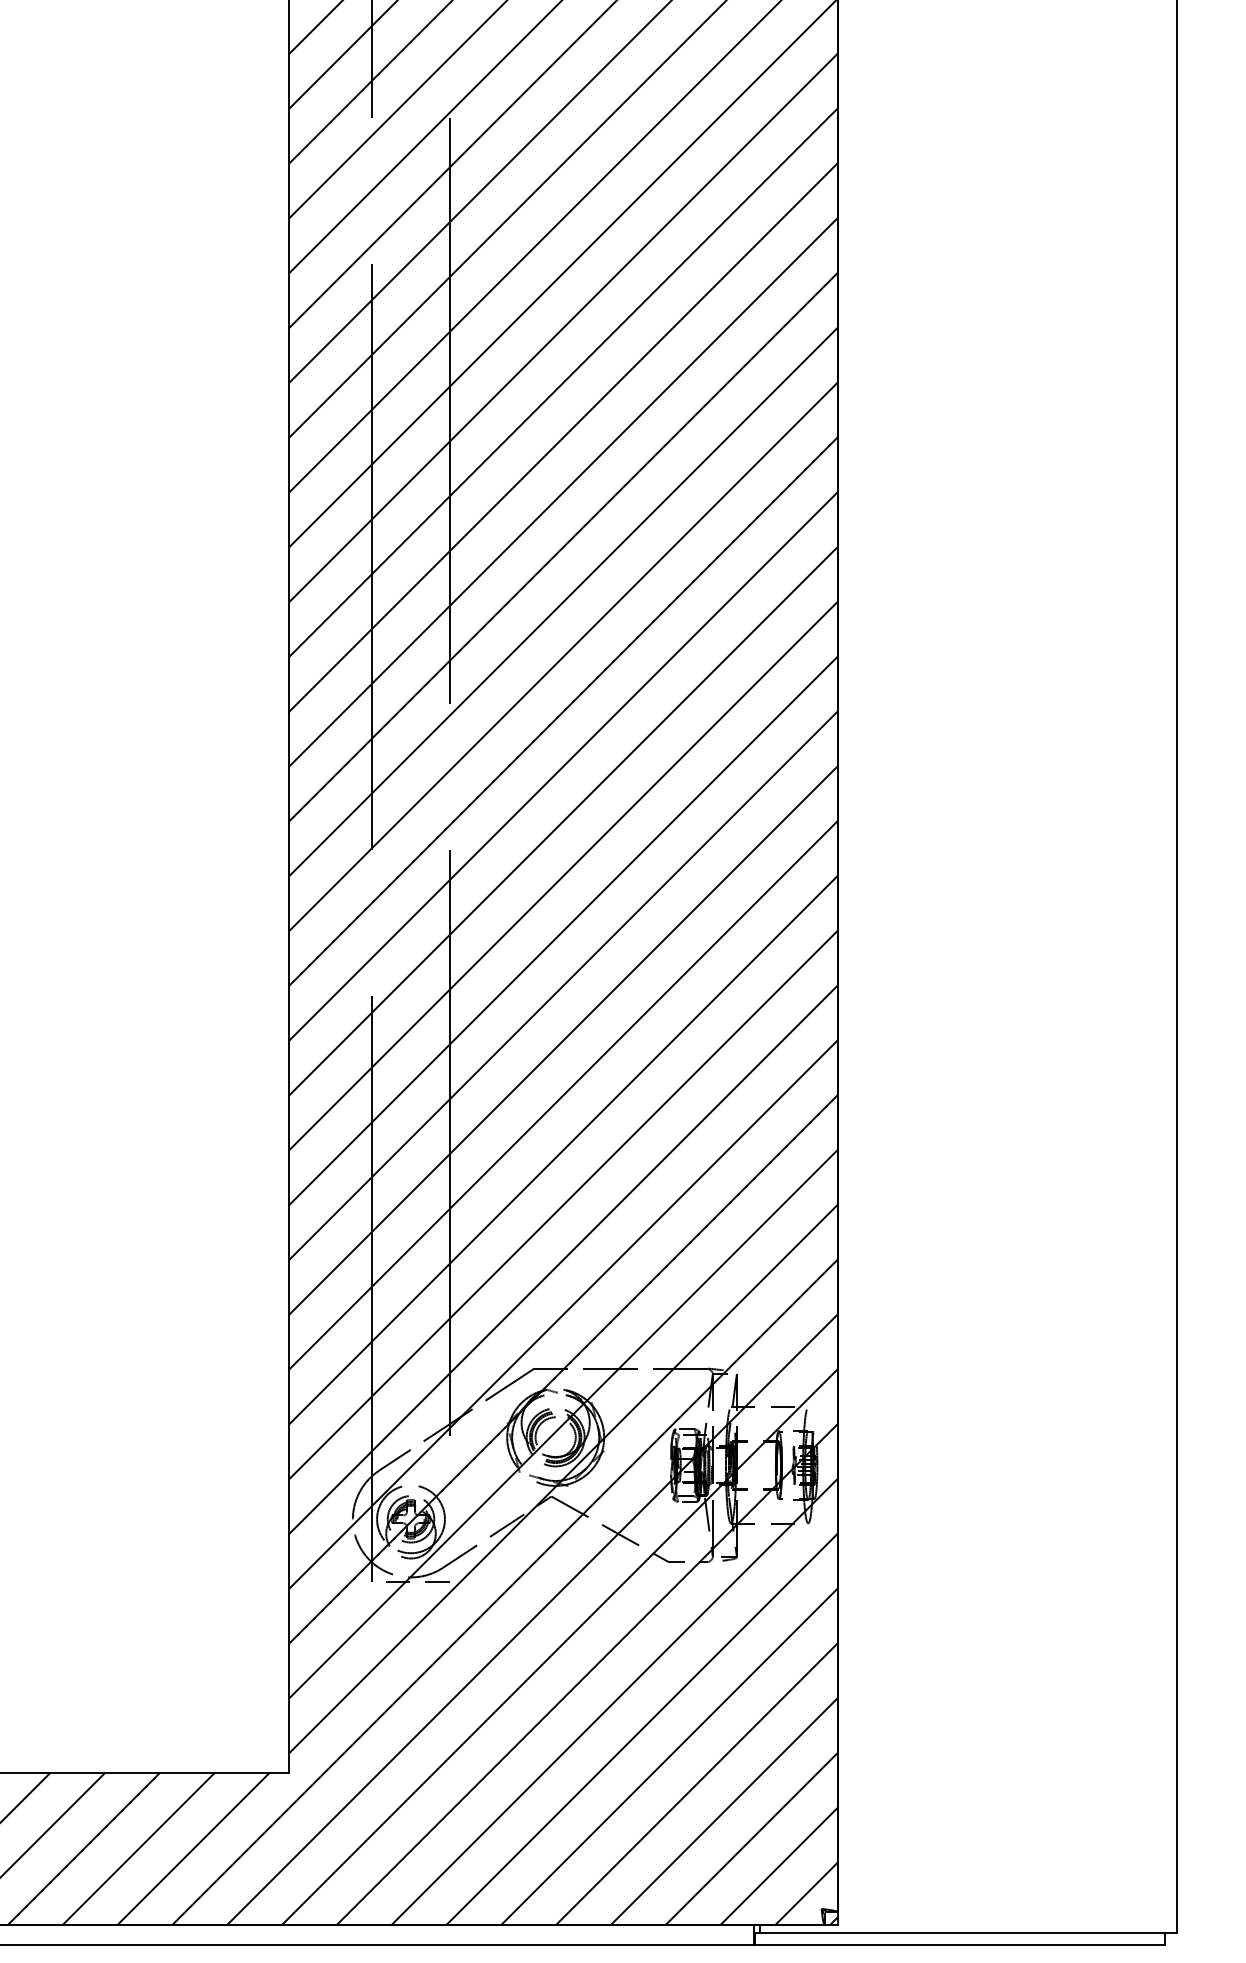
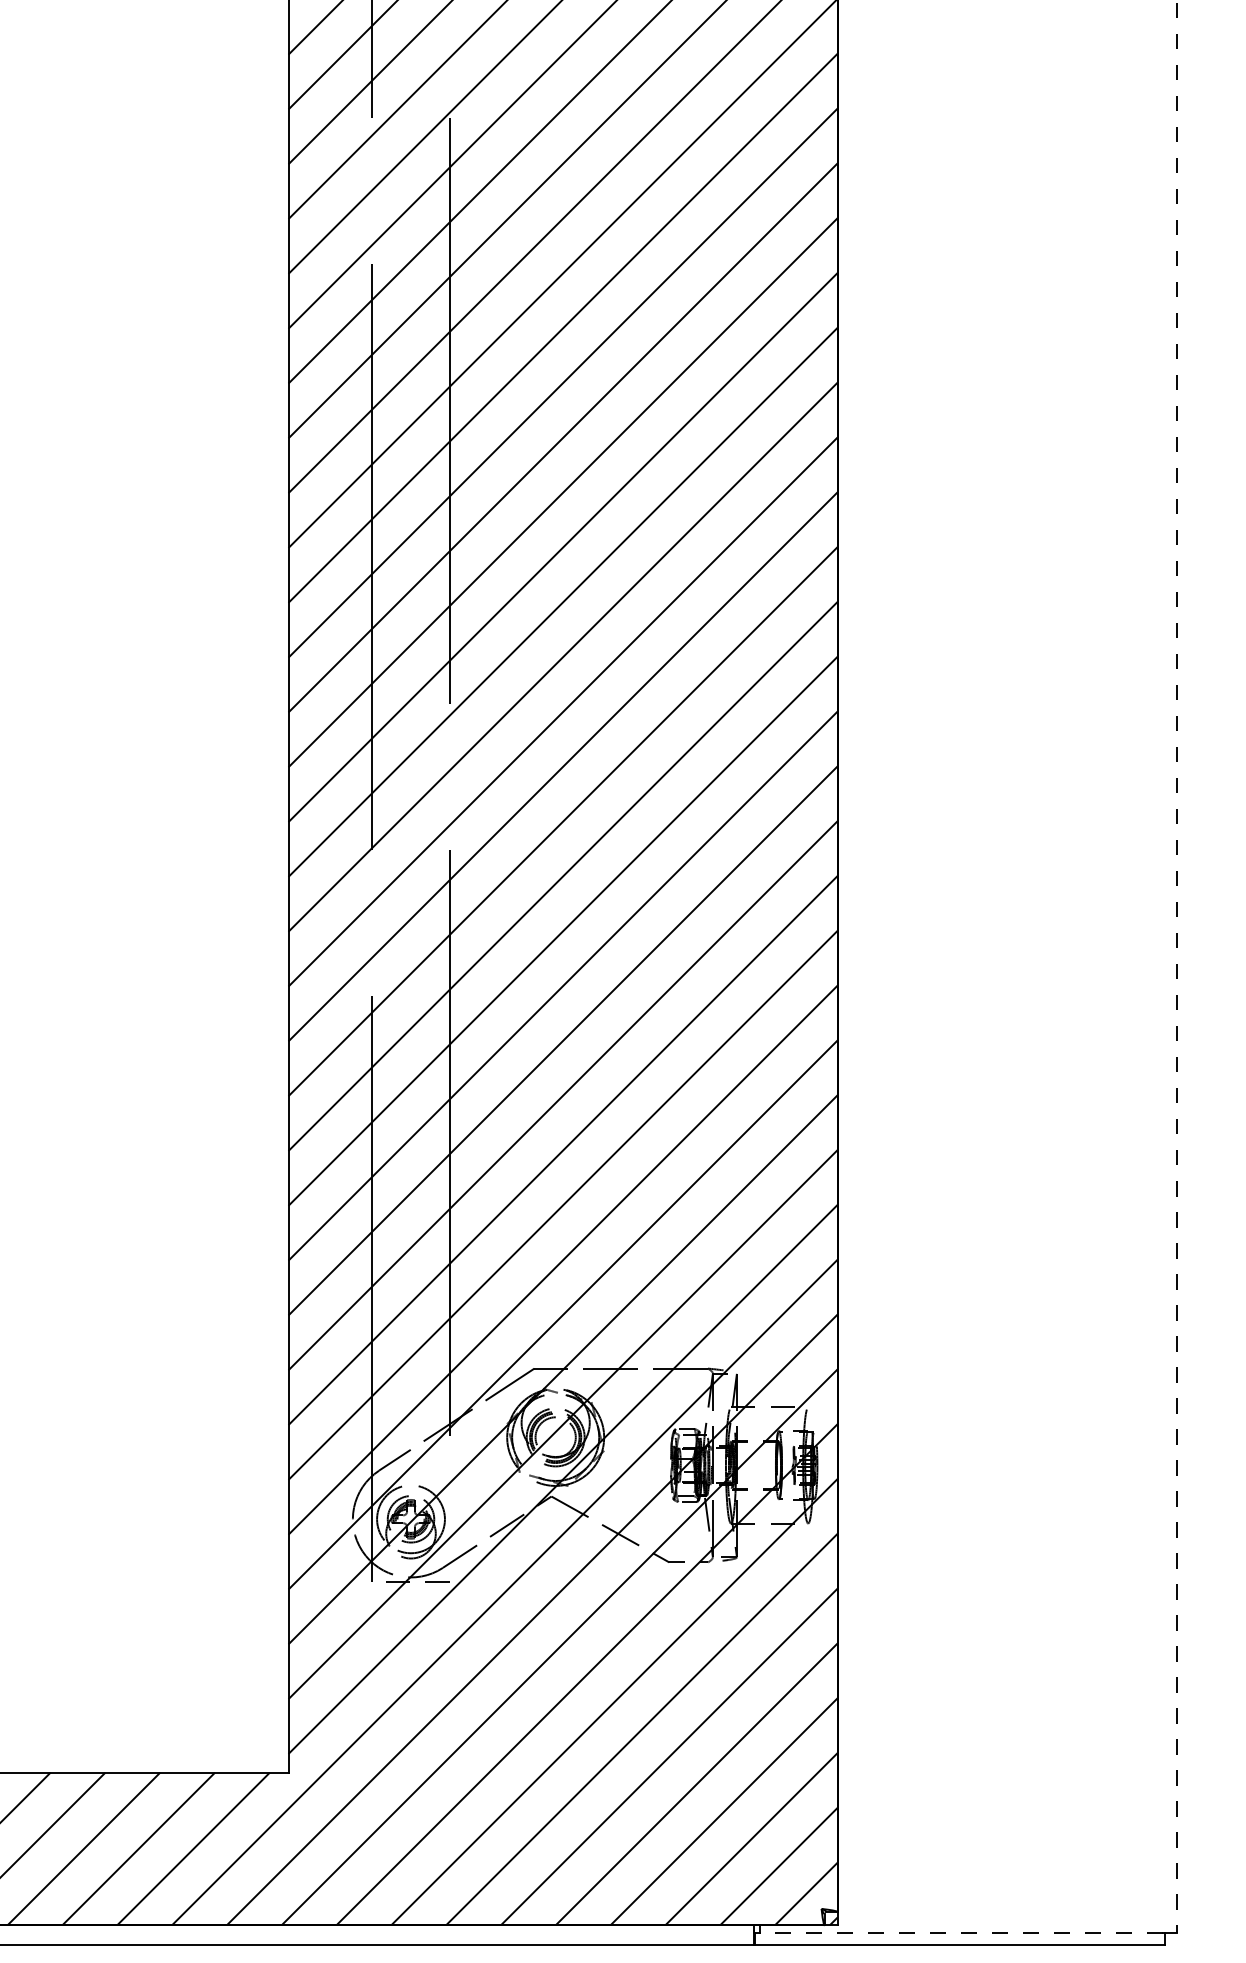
line at (1176, 967): solid -> dashed
line at (961, 1933): solid -> dashed
